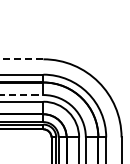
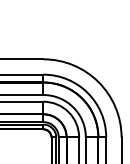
line at (21, 59): dashed -> solid
line at (22, 95): dashed -> solid
